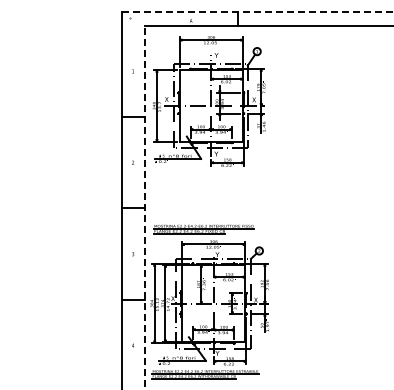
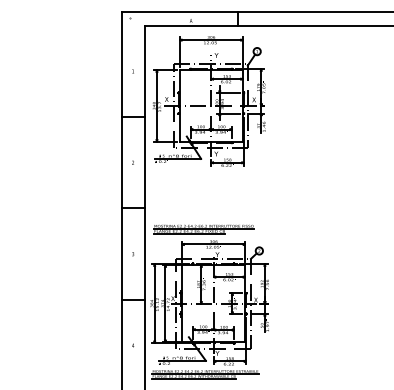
line at (257, 11): dashed -> solid
line at (145, 207): dashed -> solid
